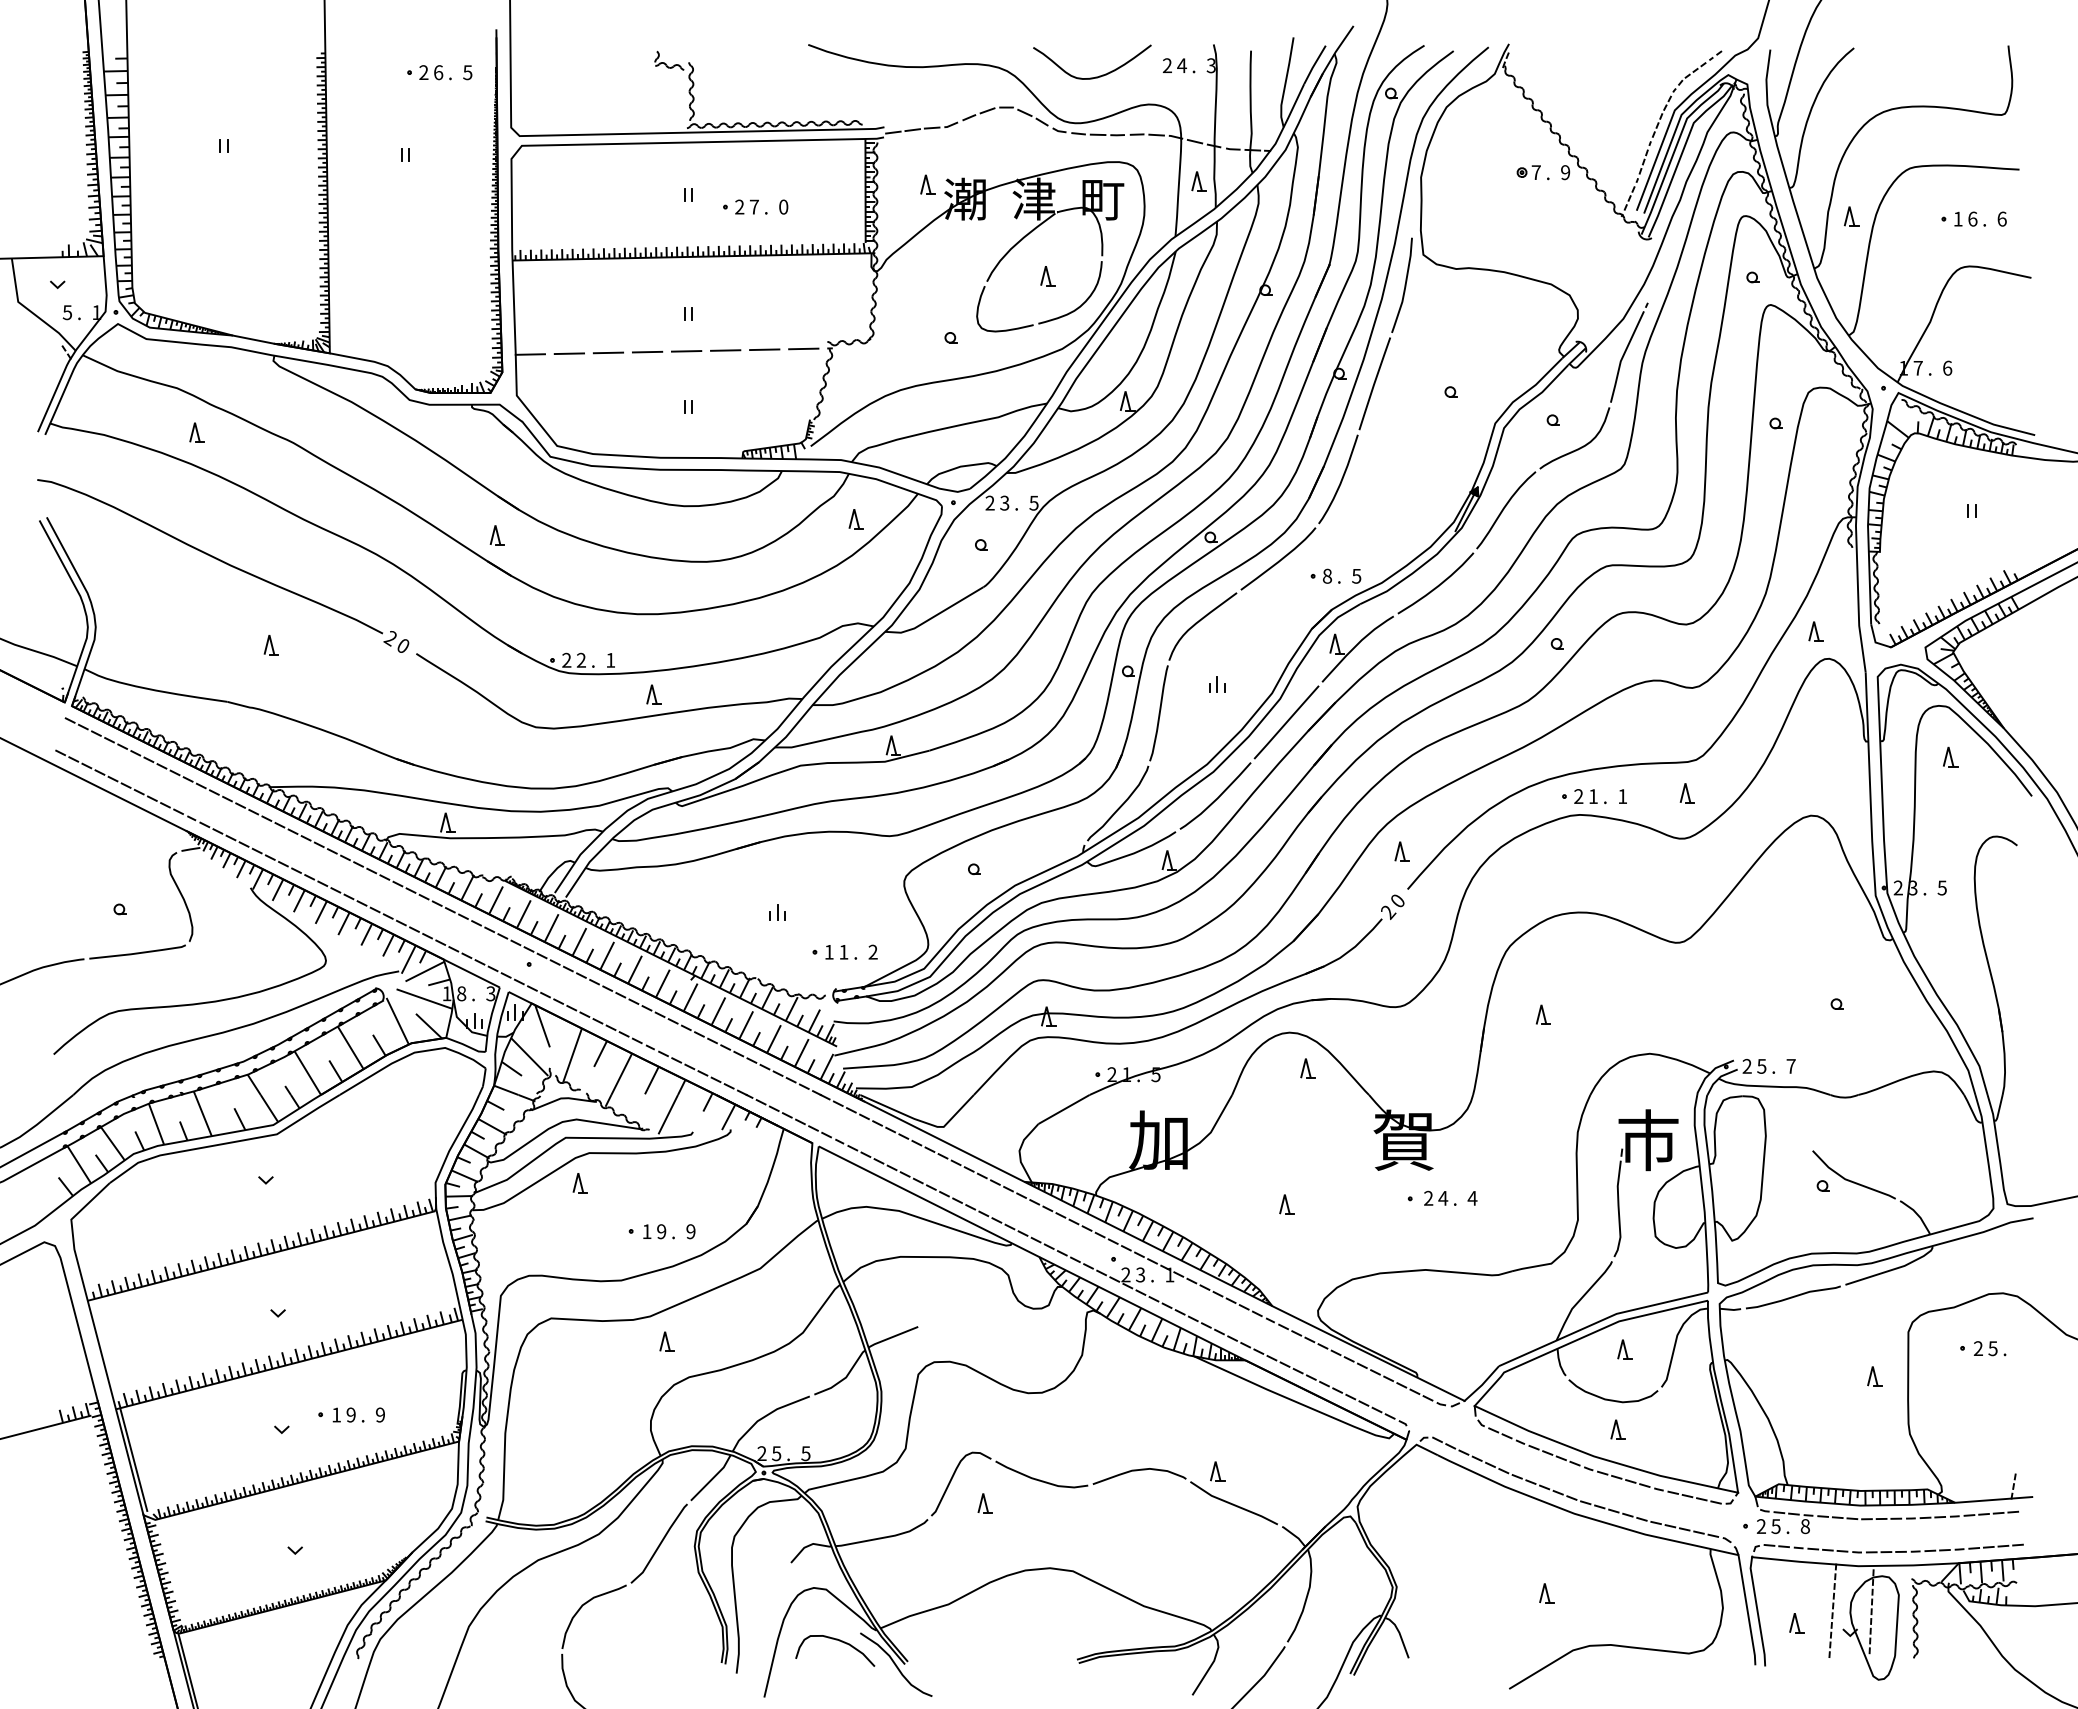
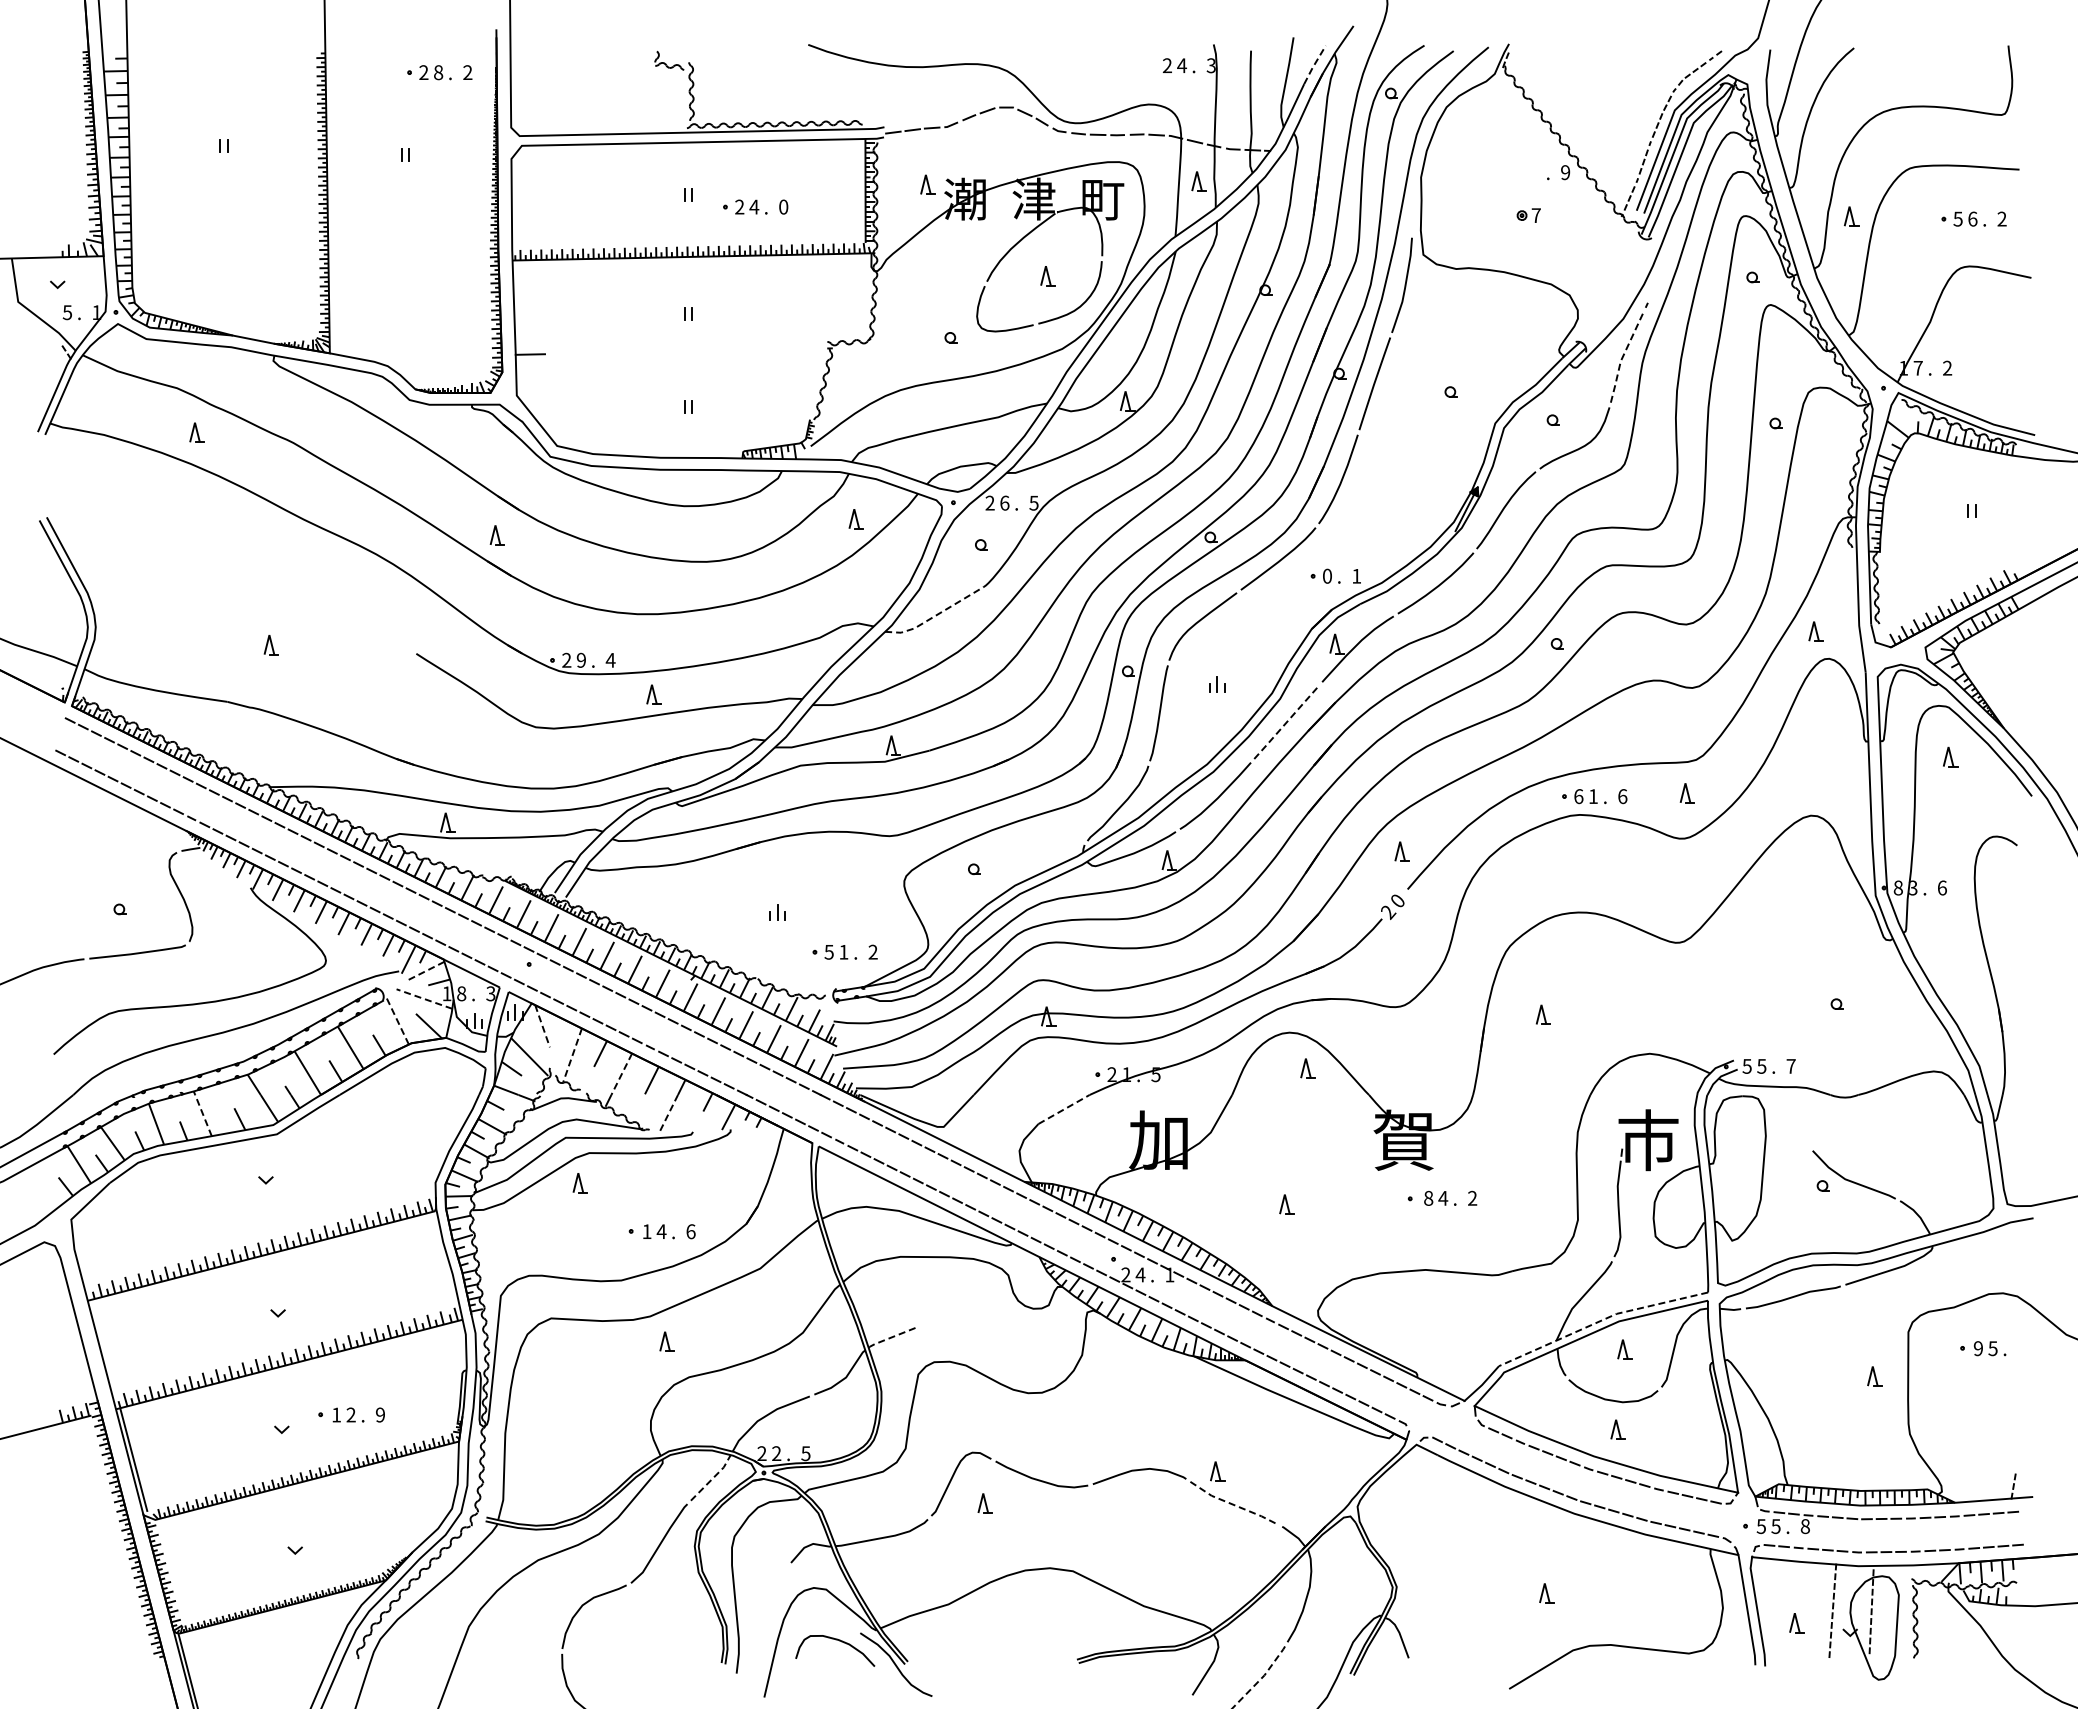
line at (1314, 65): solid -> dashed
text at (438, 72): 6 -> 8
text at (467, 72): 5 -> 2
curve at (1095, 76): present -> none
part at (1528, 172) position: (1528, 172) -> (1528, 215)
text at (754, 206): 7 -> 4
text at (1957, 218): 1 -> 5
text at (2001, 218): 6 -> 2
line at (803, 348): present -> none
line at (764, 349): present -> none
line at (725, 350): present -> none
line at (647, 351): present -> none
line at (686, 351): present -> none
line at (608, 352): present -> none
line at (569, 353): present -> none
line at (1622, 356): solid -> dashed
text at (1947, 367): 6 -> 2
text at (1004, 502): 3 -> 6
part at (223, 565): present -> none
text at (1327, 576): 8 -> 0
text at (1356, 576): 5 -> 1
line at (934, 616): solid -> dashed
text at (580, 660): 2 -> 9
text at (610, 660): 1 -> 4
line at (1286, 722): solid -> dashed
text at (1578, 796): 2 -> 6
text at (1622, 796): 1 -> 6
text at (1897, 887): 2 -> 8
text at (1941, 887): 5 -> 6
text at (828, 952): 1 -> 5
line at (424, 971): solid -> dashed
line at (424, 999): solid -> dashed
line at (397, 1021): solid -> dashed
line at (542, 1026): solid -> dashed
line at (572, 1055): solid -> dashed
text at (1746, 1066): 2 -> 5
line at (621, 1074): solid -> dashed
line at (1064, 1109): solid -> dashed
line at (668, 1114): solid -> dashed
line at (203, 1115): solid -> dashed
text at (1472, 1197): 4 -> 2
text at (1428, 1198): 2 -> 8
text at (661, 1231): 9 -> 4
text at (690, 1231): 9 -> 6
text at (1140, 1274): 3 -> 4
line at (1601, 1320): solid -> dashed
line at (892, 1337): solid -> dashed
text at (1977, 1348): 2 -> 9
text at (350, 1415): 9 -> 2
text at (776, 1453): 5 -> 2
line at (713, 1478): solid -> dashed
line at (1233, 1504): solid -> dashed
text at (1760, 1526): 2 -> 5
line at (1261, 1678): solid -> dashed
